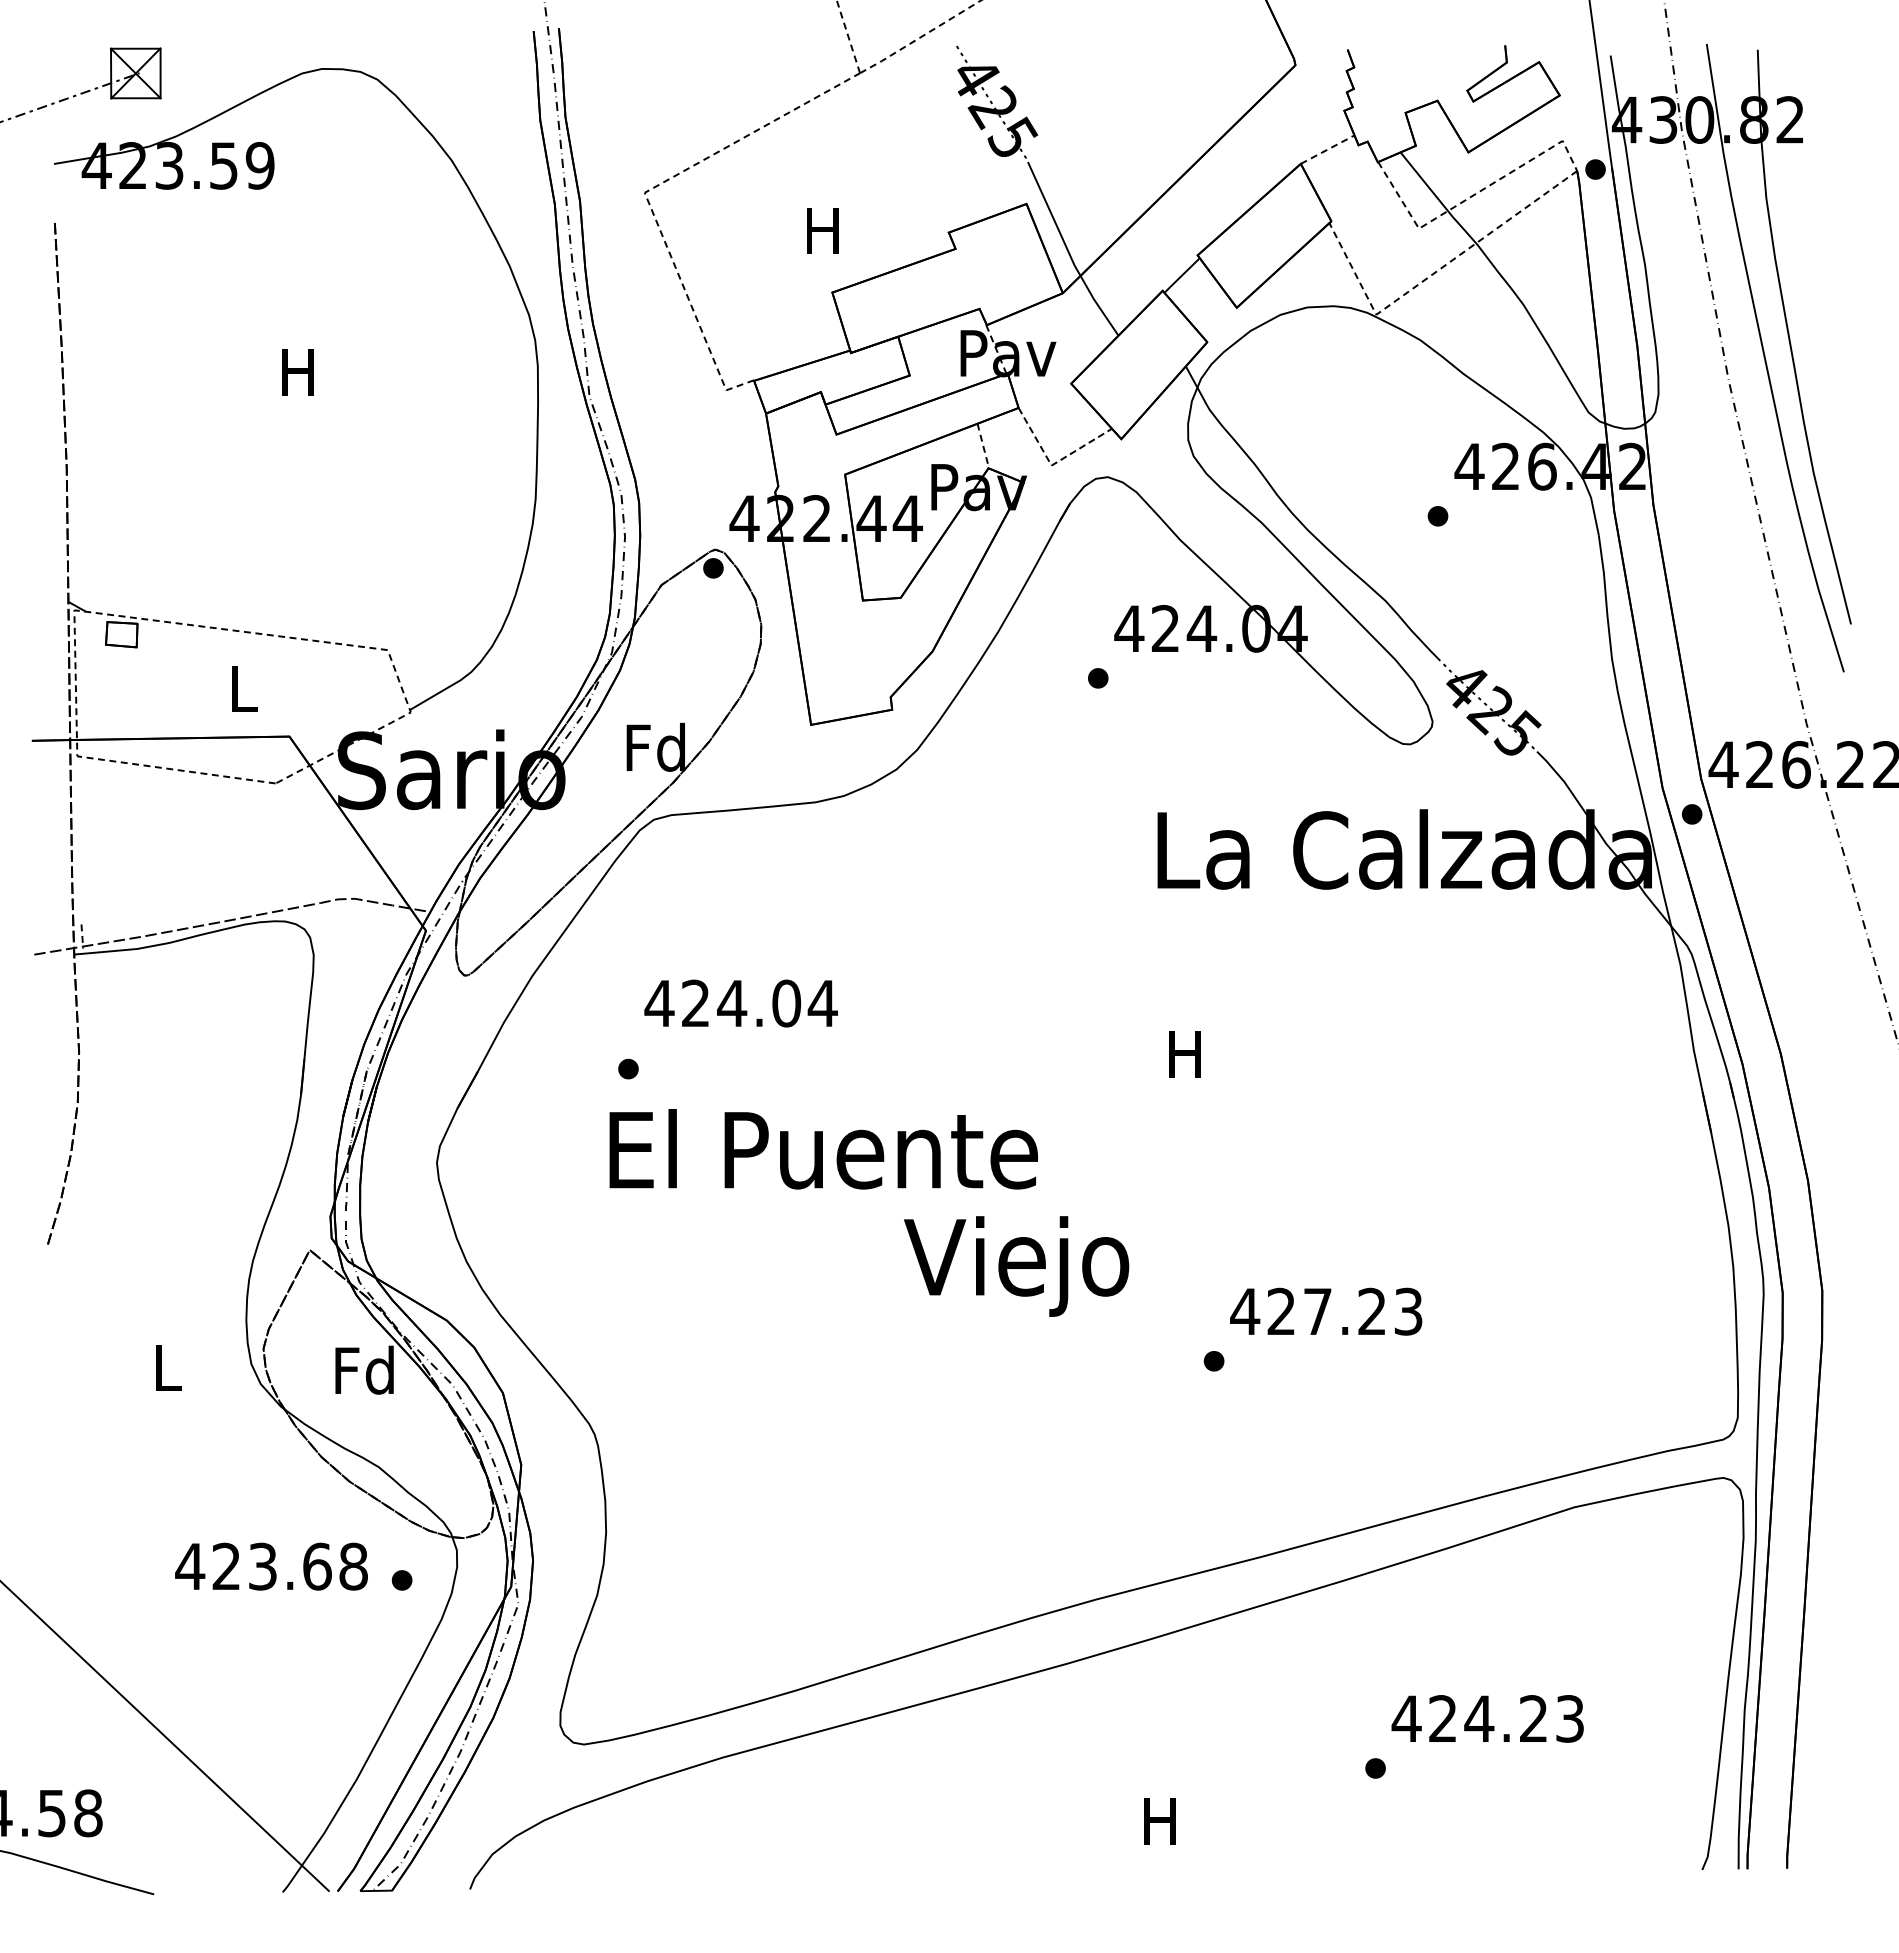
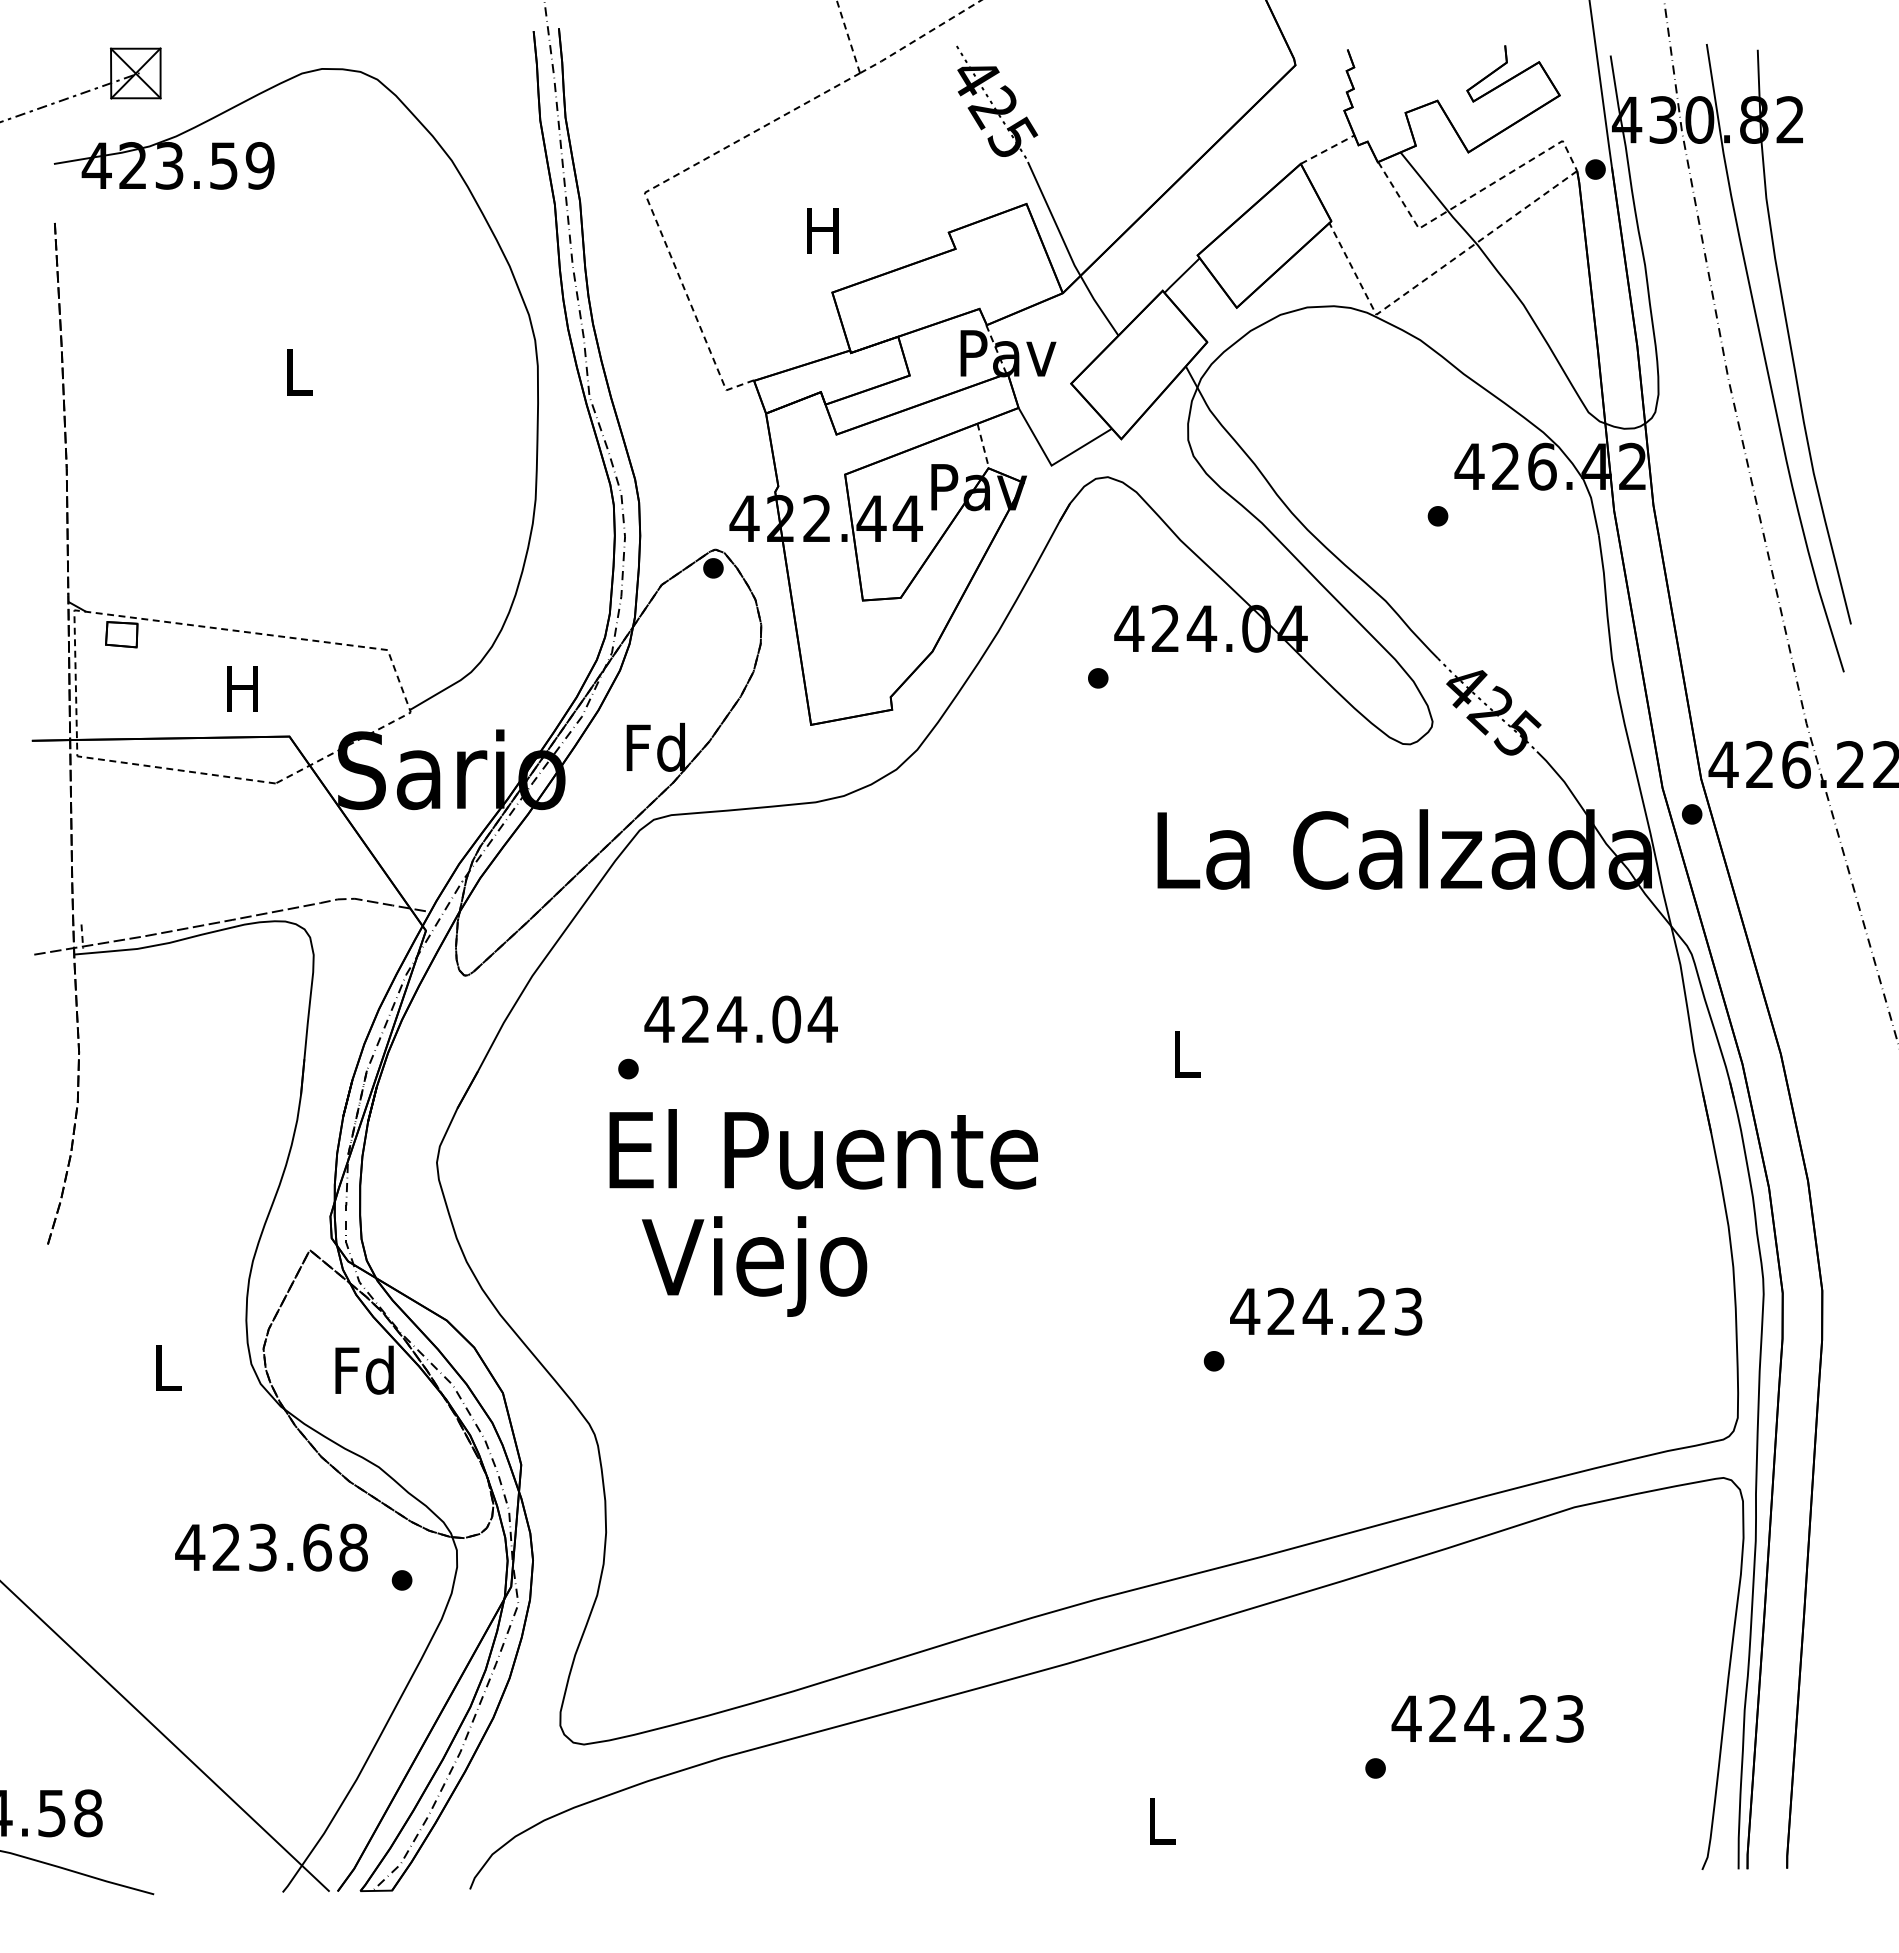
text at (297, 372): H -> L
line at (1053, 464): dashed -> solid
text at (242, 688): L -> H
text at (740, 1003) position: (740, 1003) -> (740, 1019)
text at (1184, 1054): H -> L
text at (1016, 1266) position: (1016, 1266) -> (754, 1266)
text at (1317, 1311): 427.23 -> 424.23
text at (271, 1566) position: (271, 1566) -> (271, 1547)
text at (1159, 1821): H -> L
